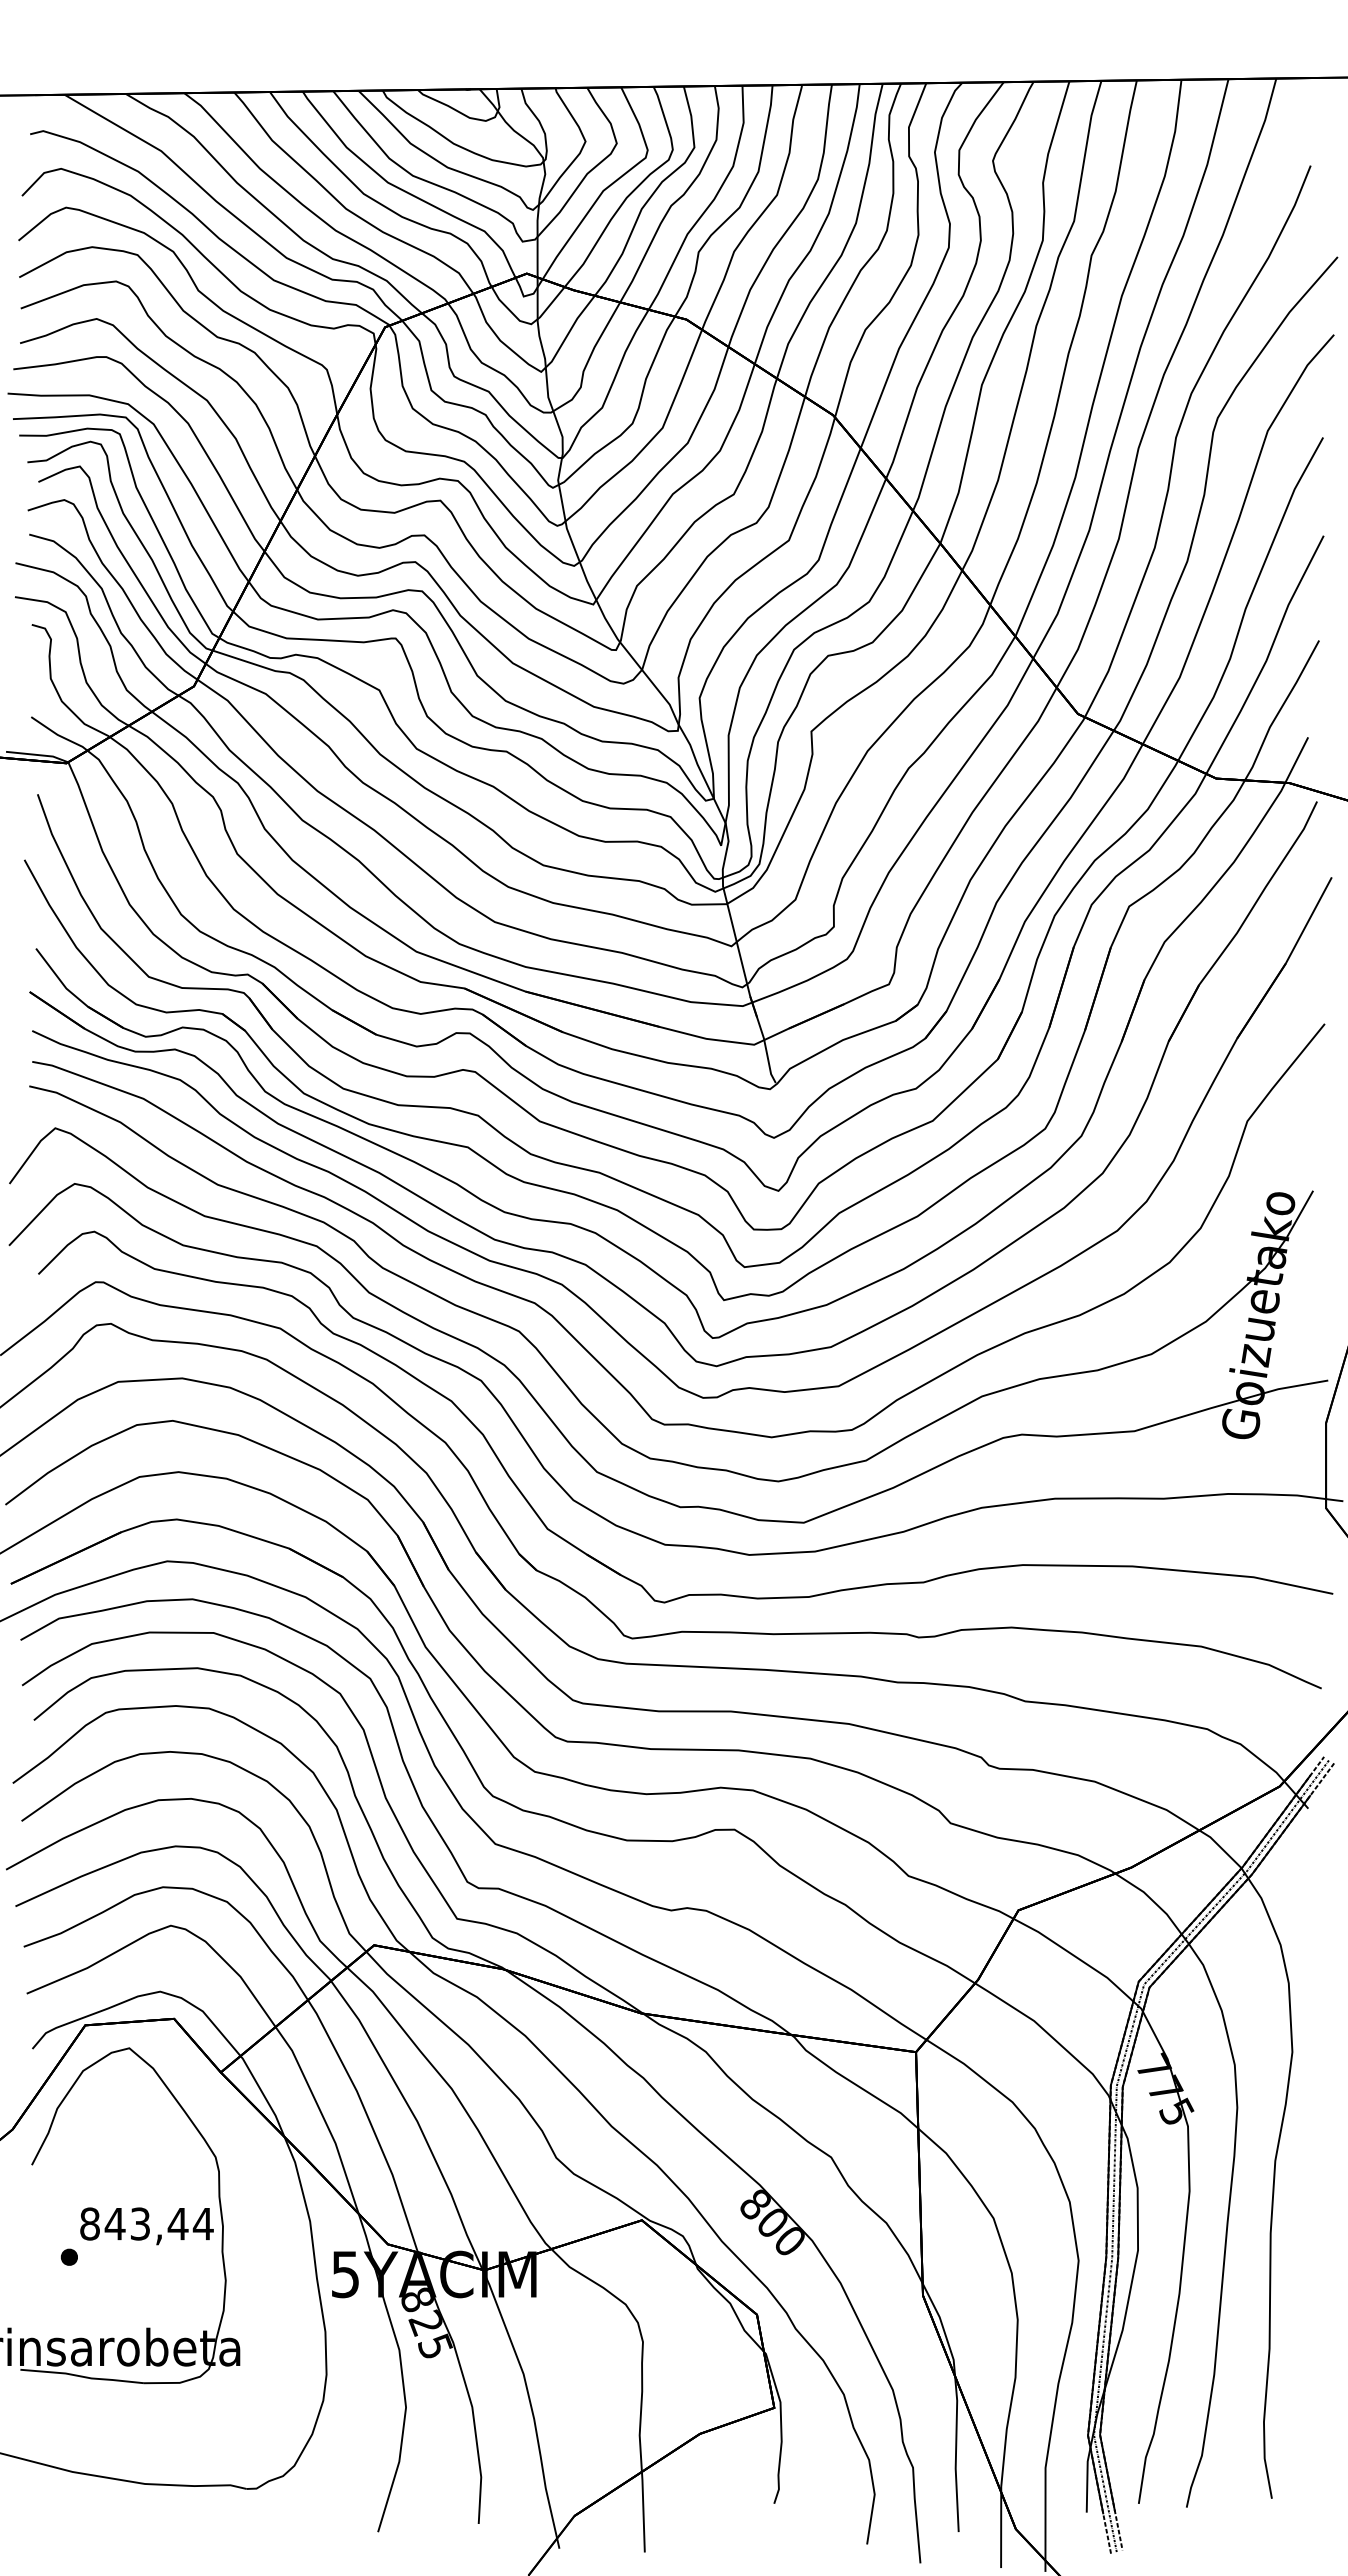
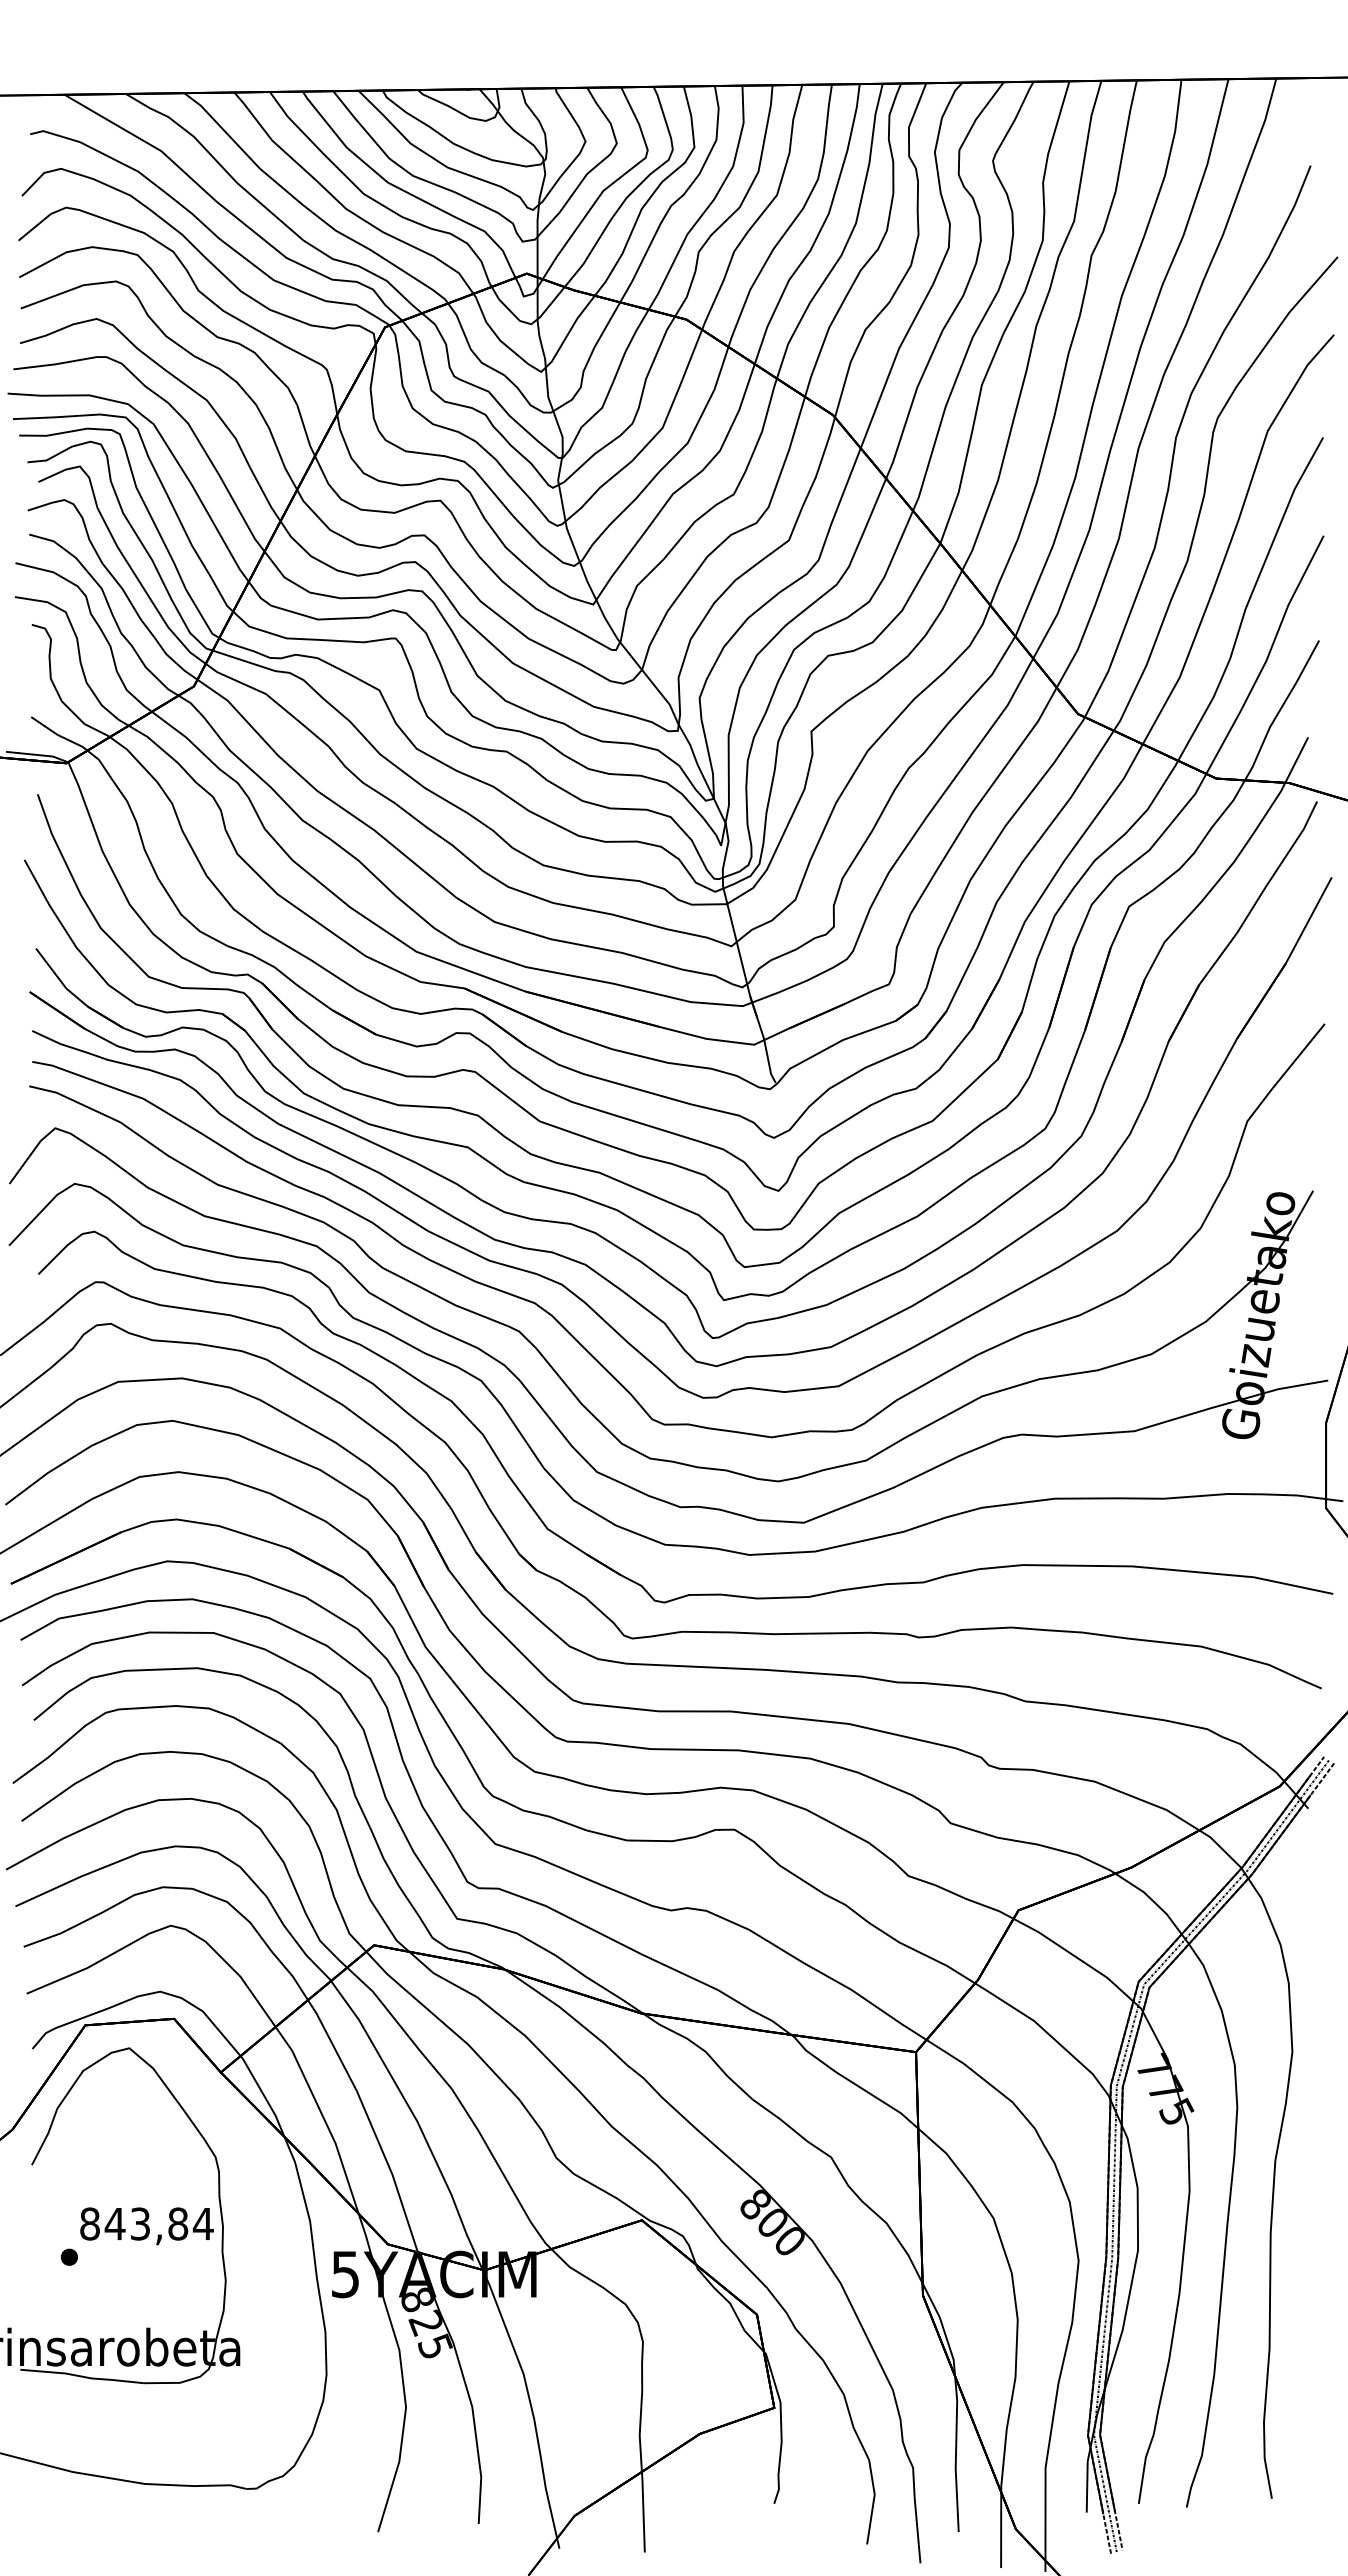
text at (177, 2223): 843,44 -> 843,84
